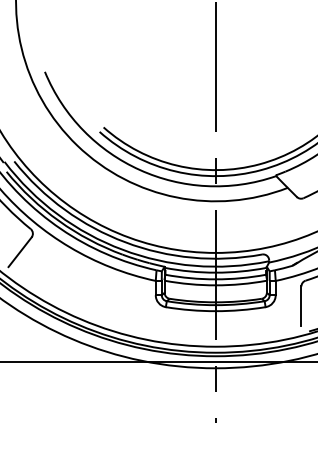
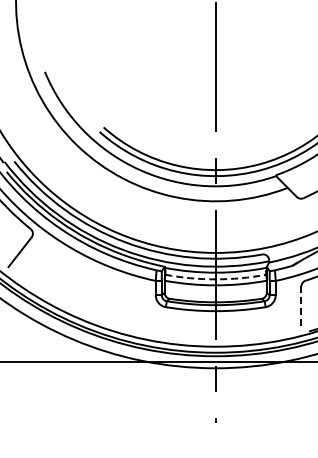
arc at (215, 279): solid -> dashed
line at (301, 306): solid -> dashed
